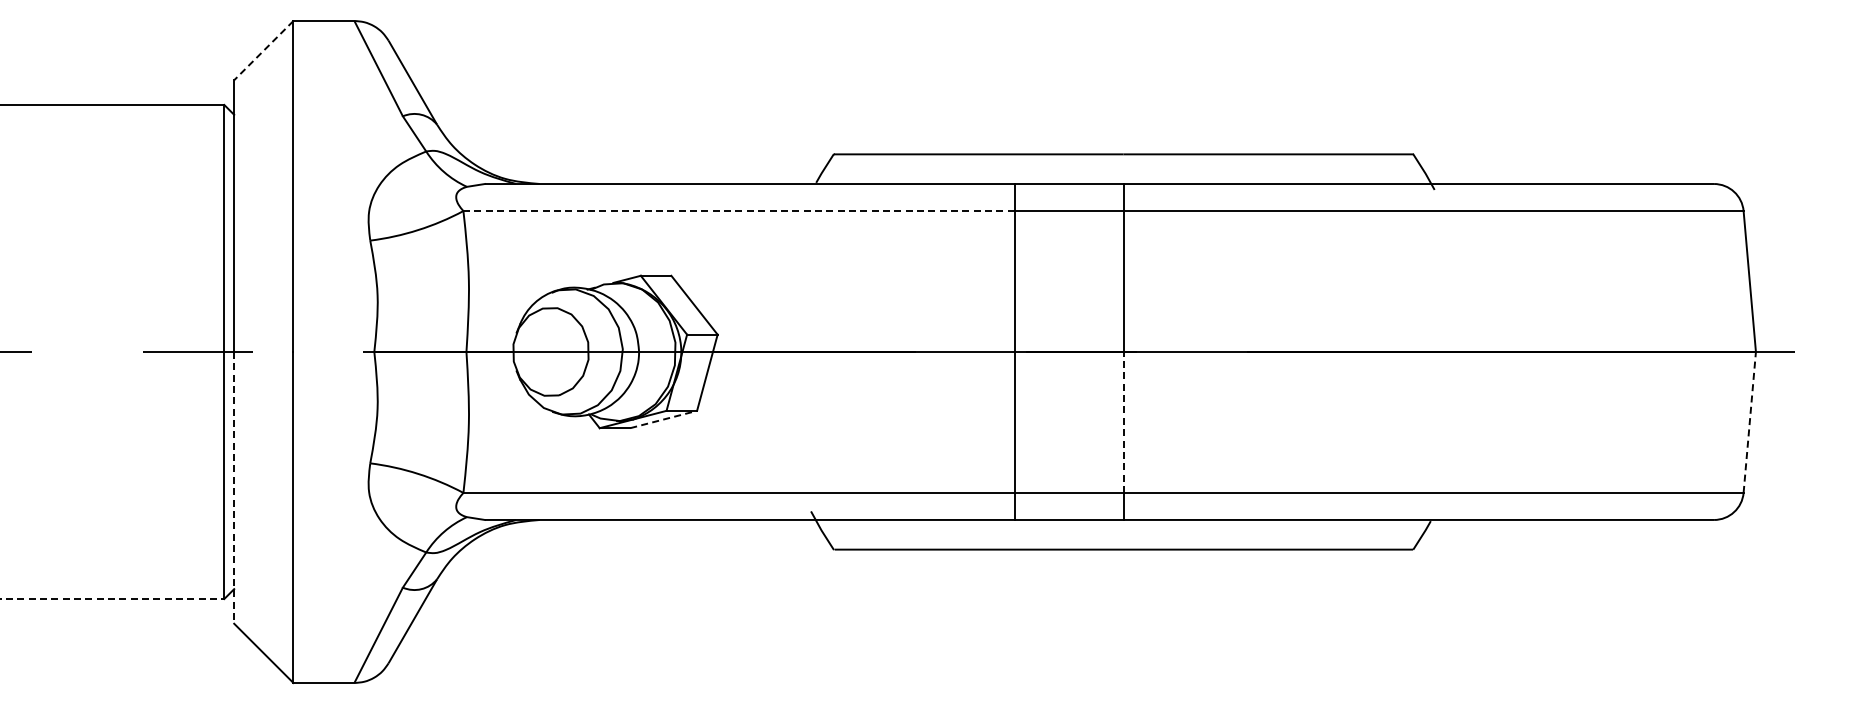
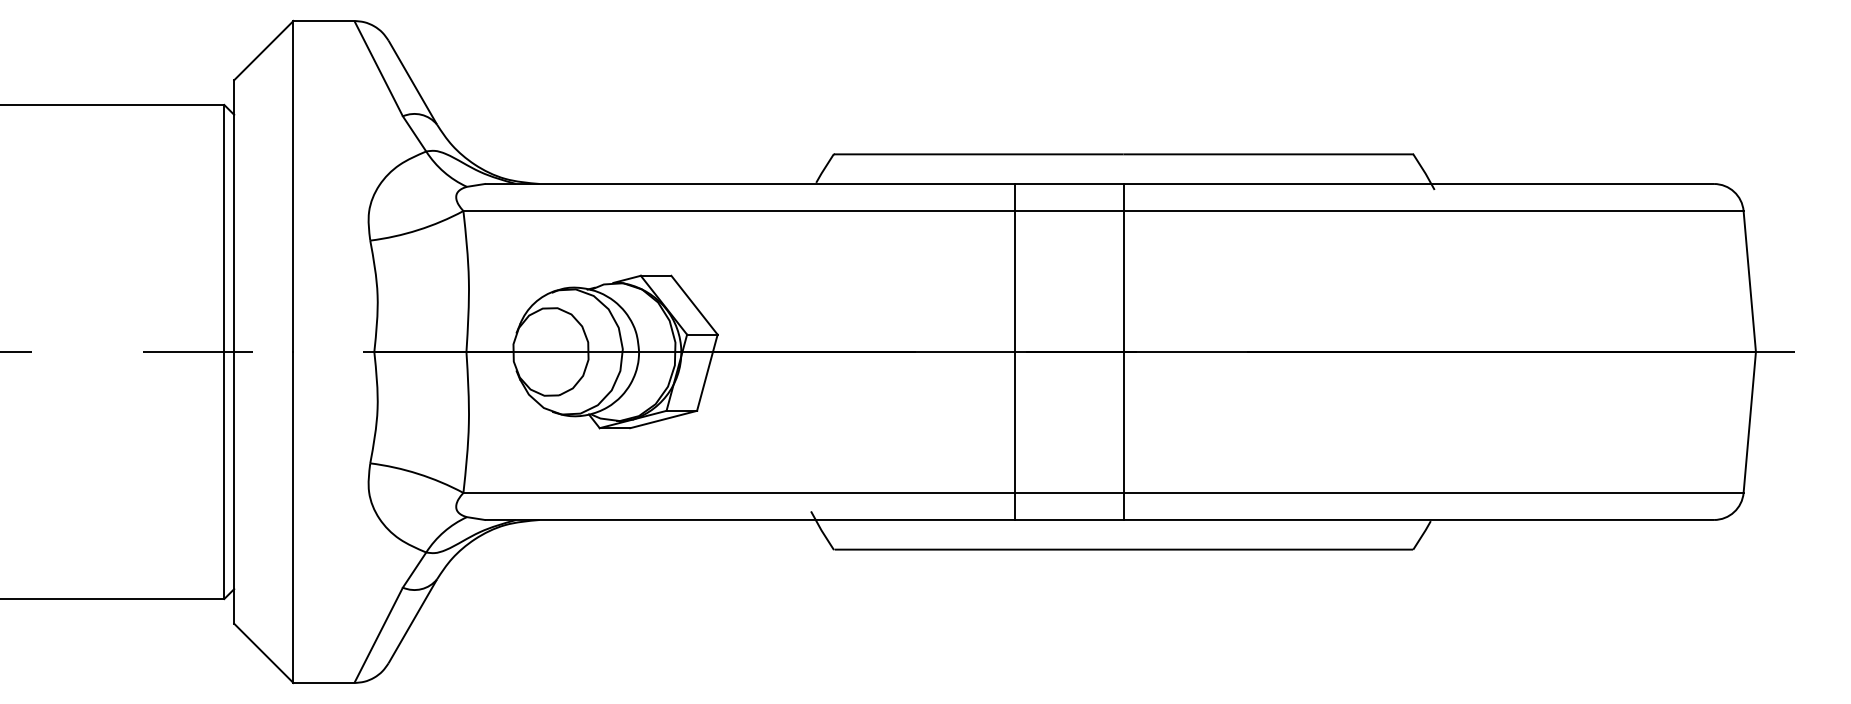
line at (263, 50): dashed -> solid
line at (739, 211): dashed -> solid
line at (663, 419): dashed -> solid
line at (1123, 421): dashed -> solid
line at (1749, 422): dashed -> solid
line at (234, 487): dashed -> solid
line at (112, 599): dashed -> solid
